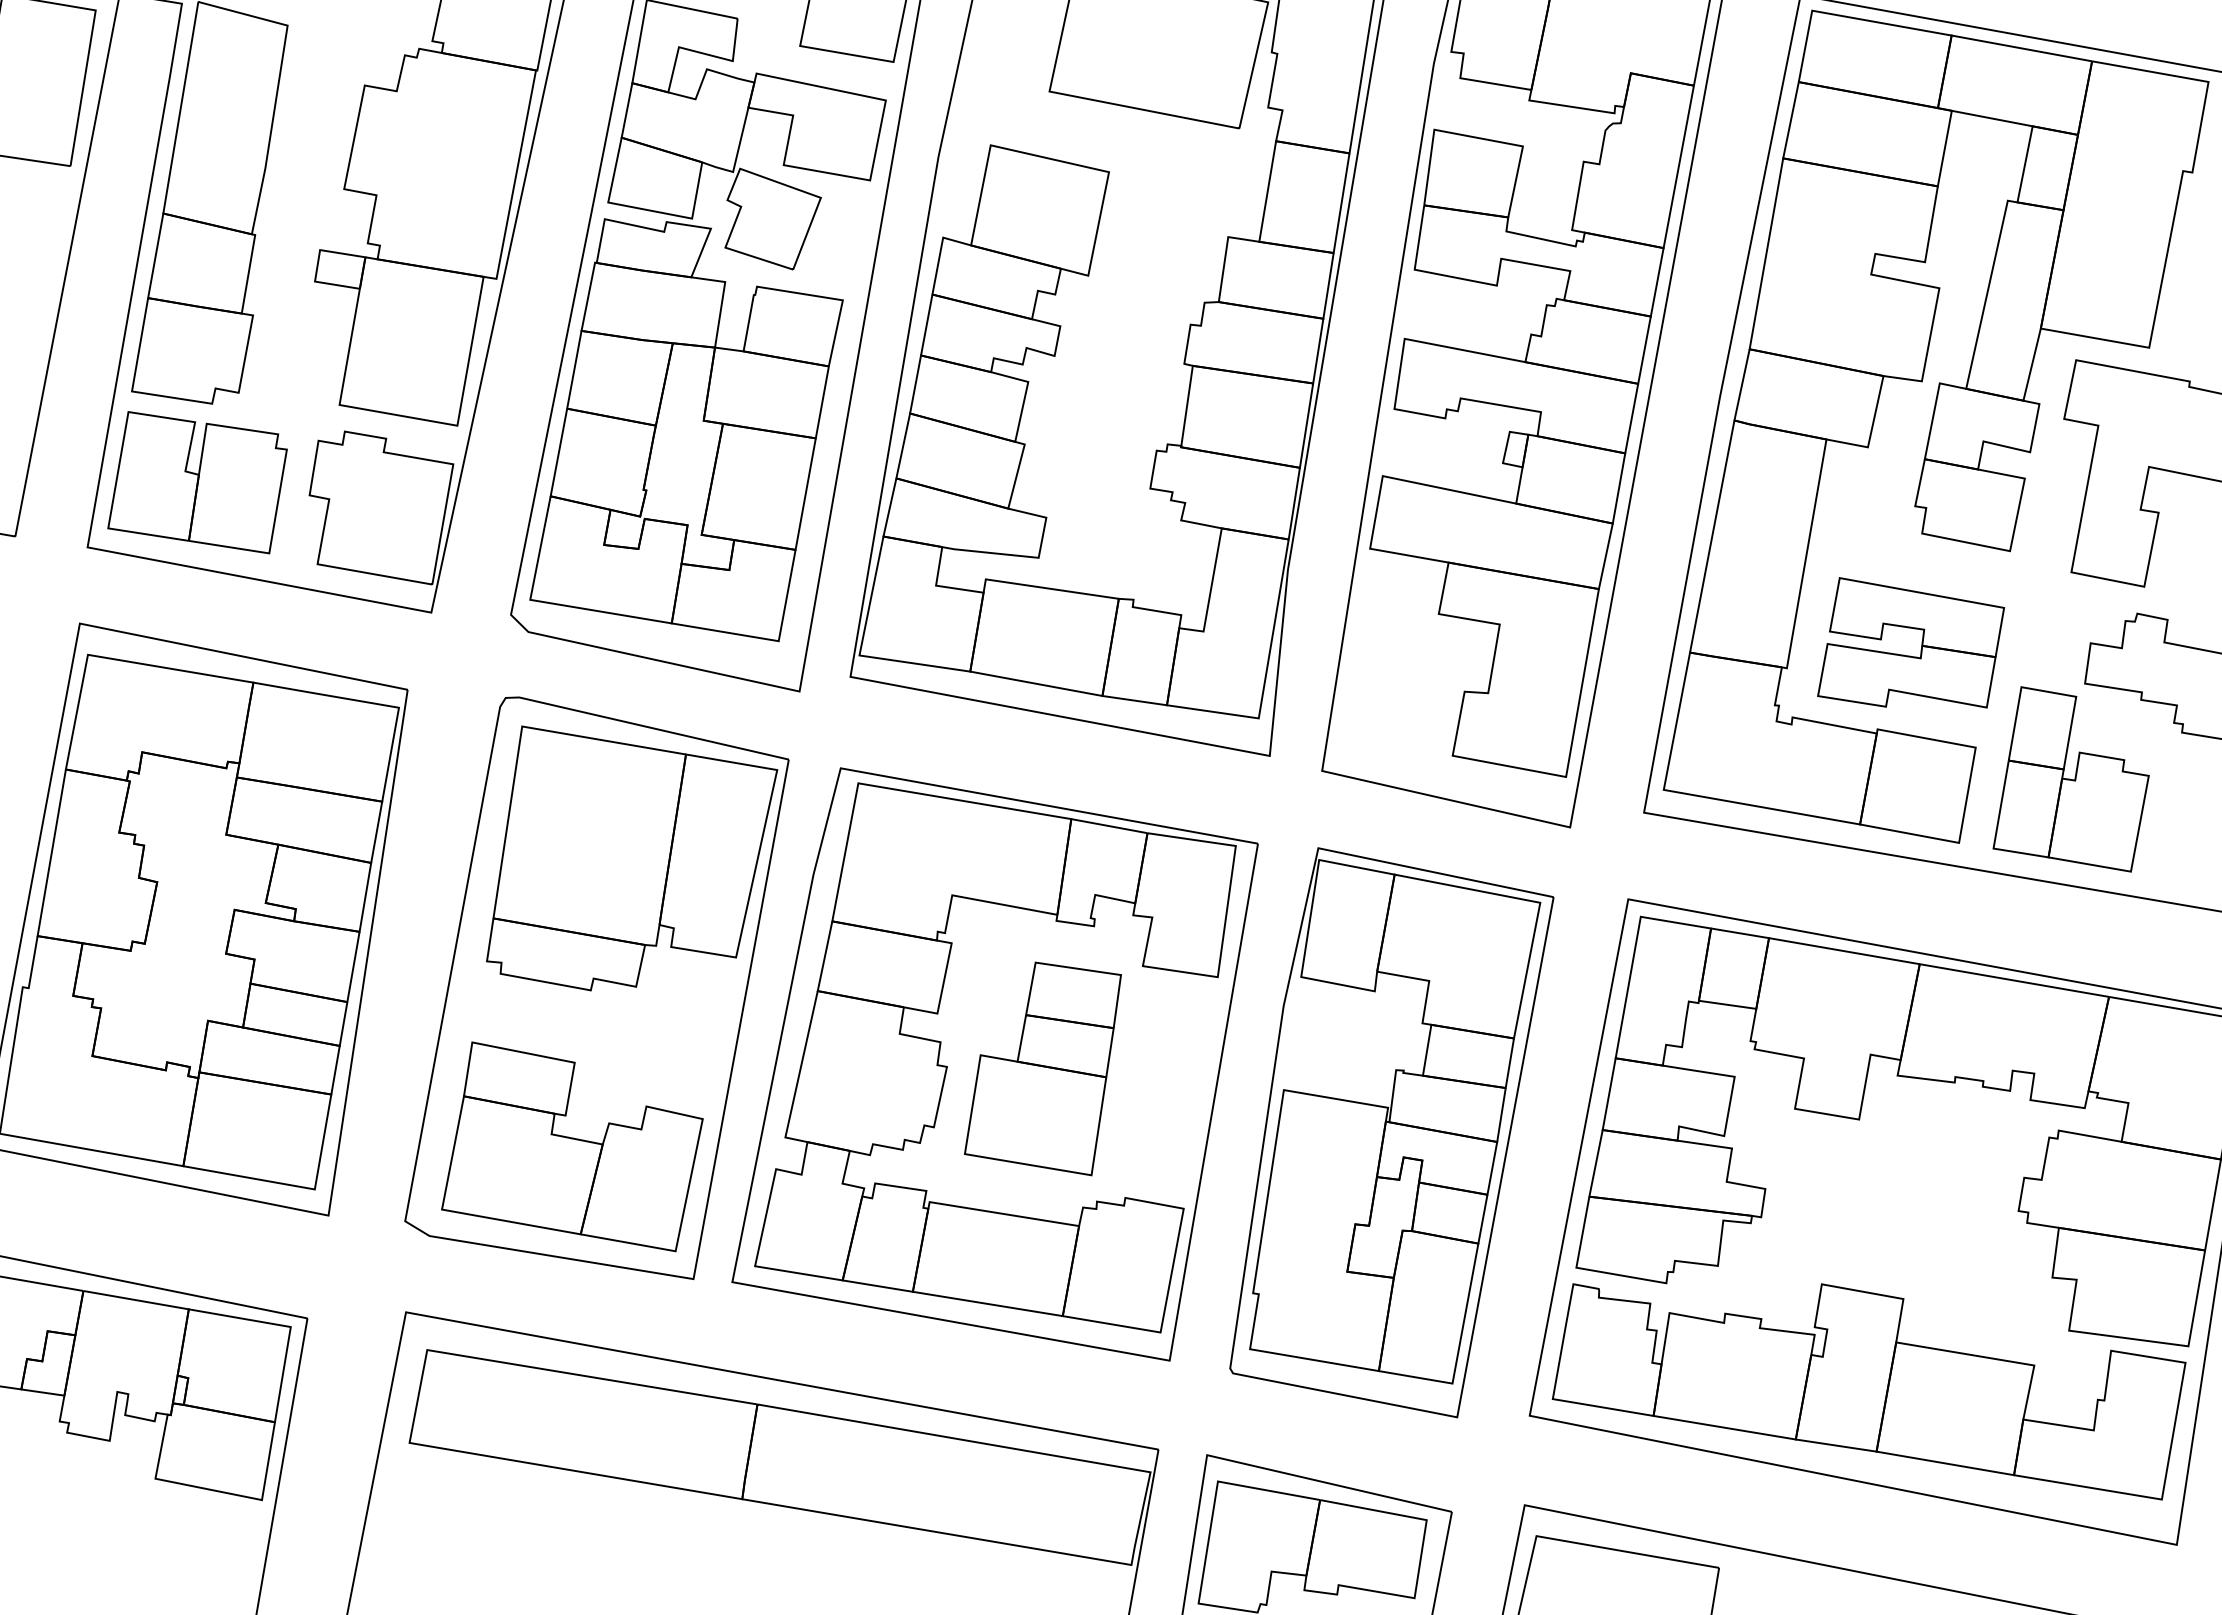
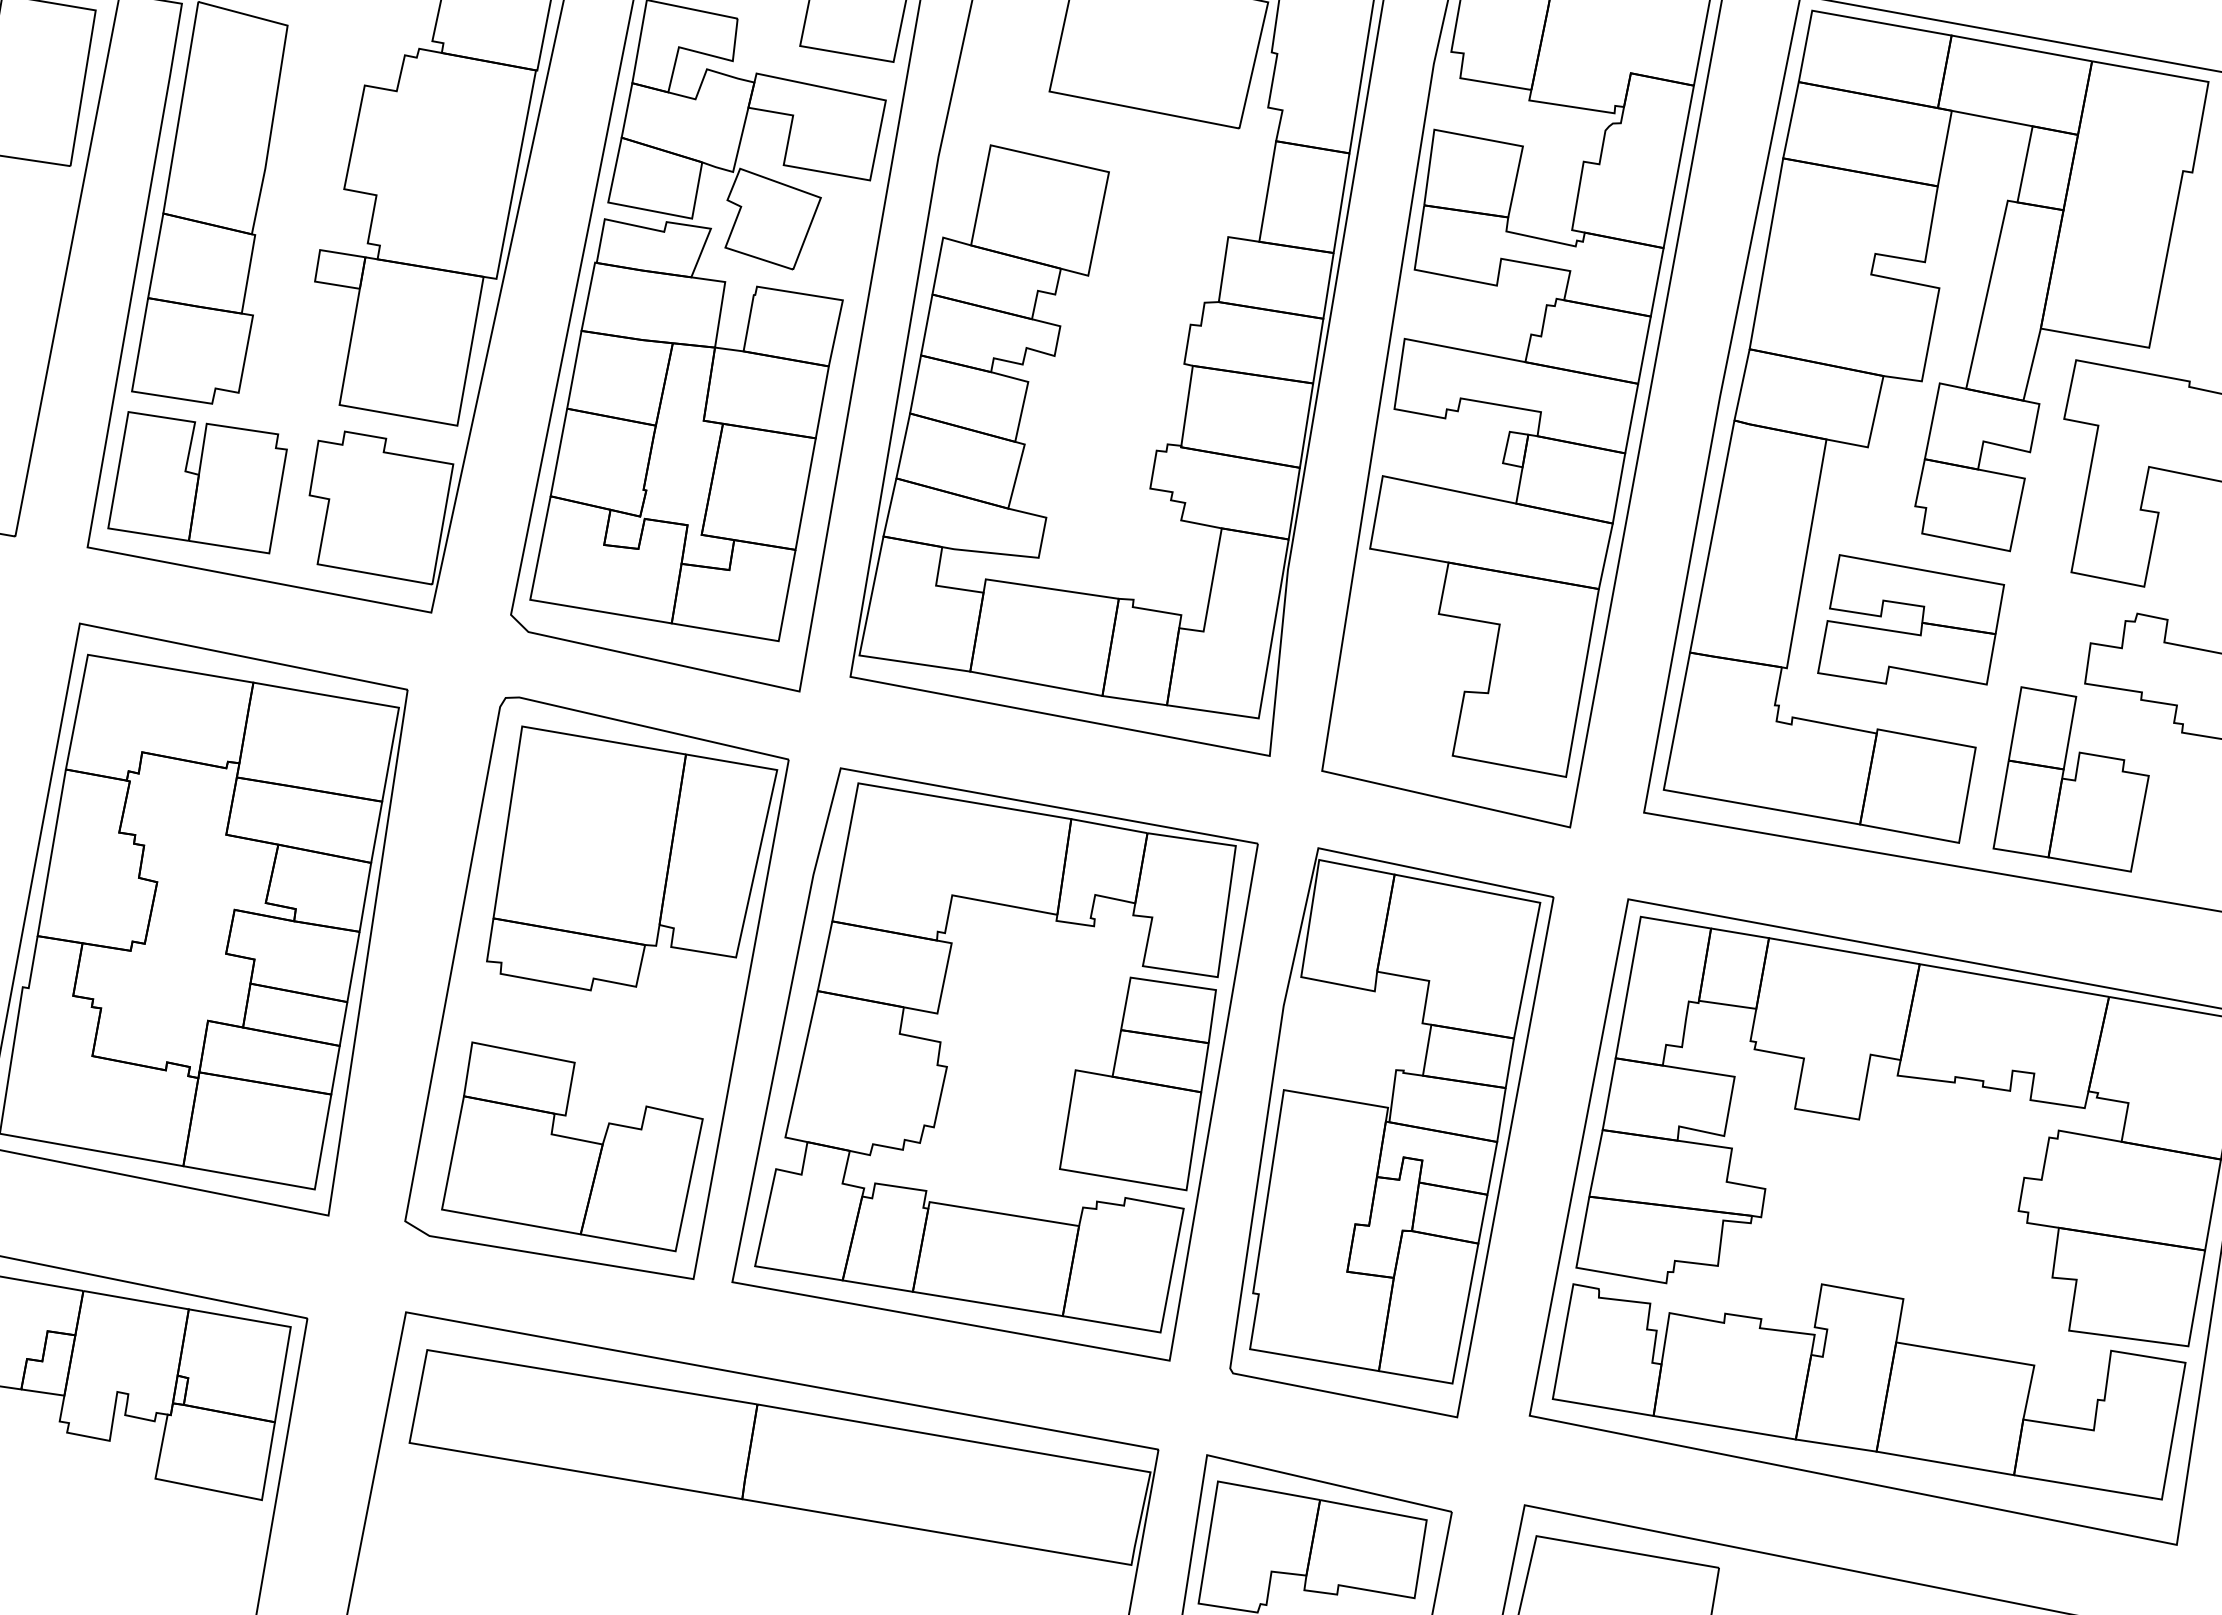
part at (1921, 642) position: (1921, 642) -> (1921, 619)
part at (1042, 1068) position: (1042, 1068) -> (1137, 1083)
